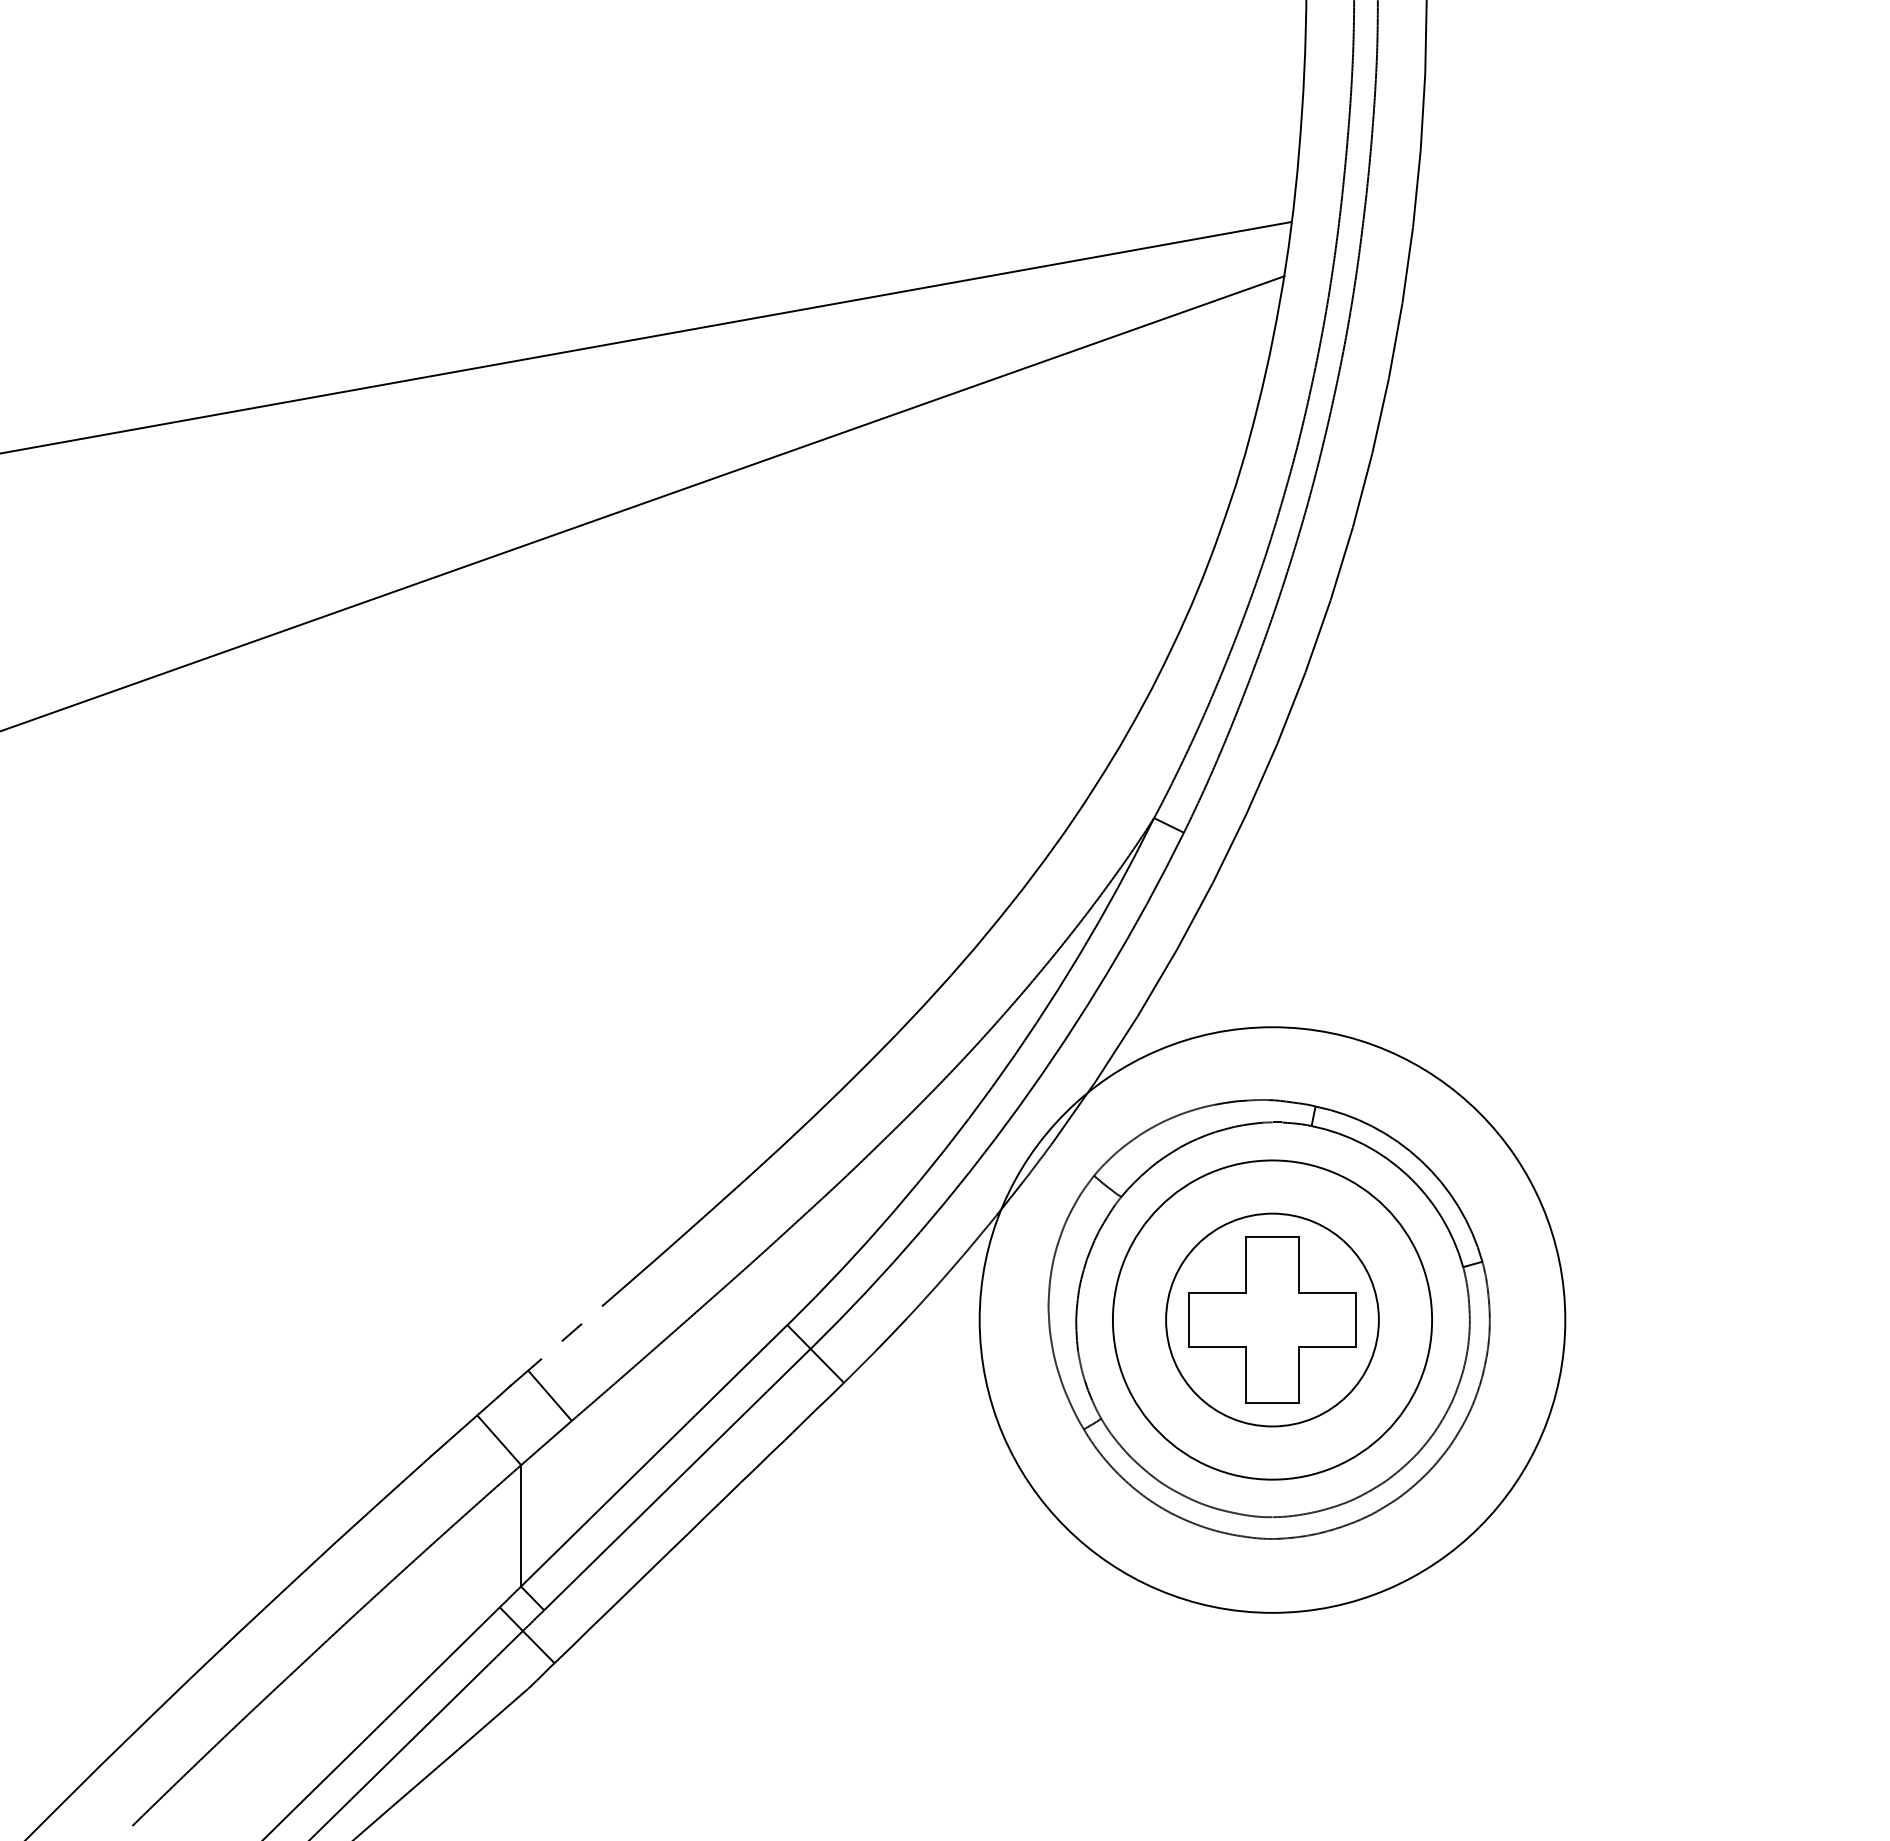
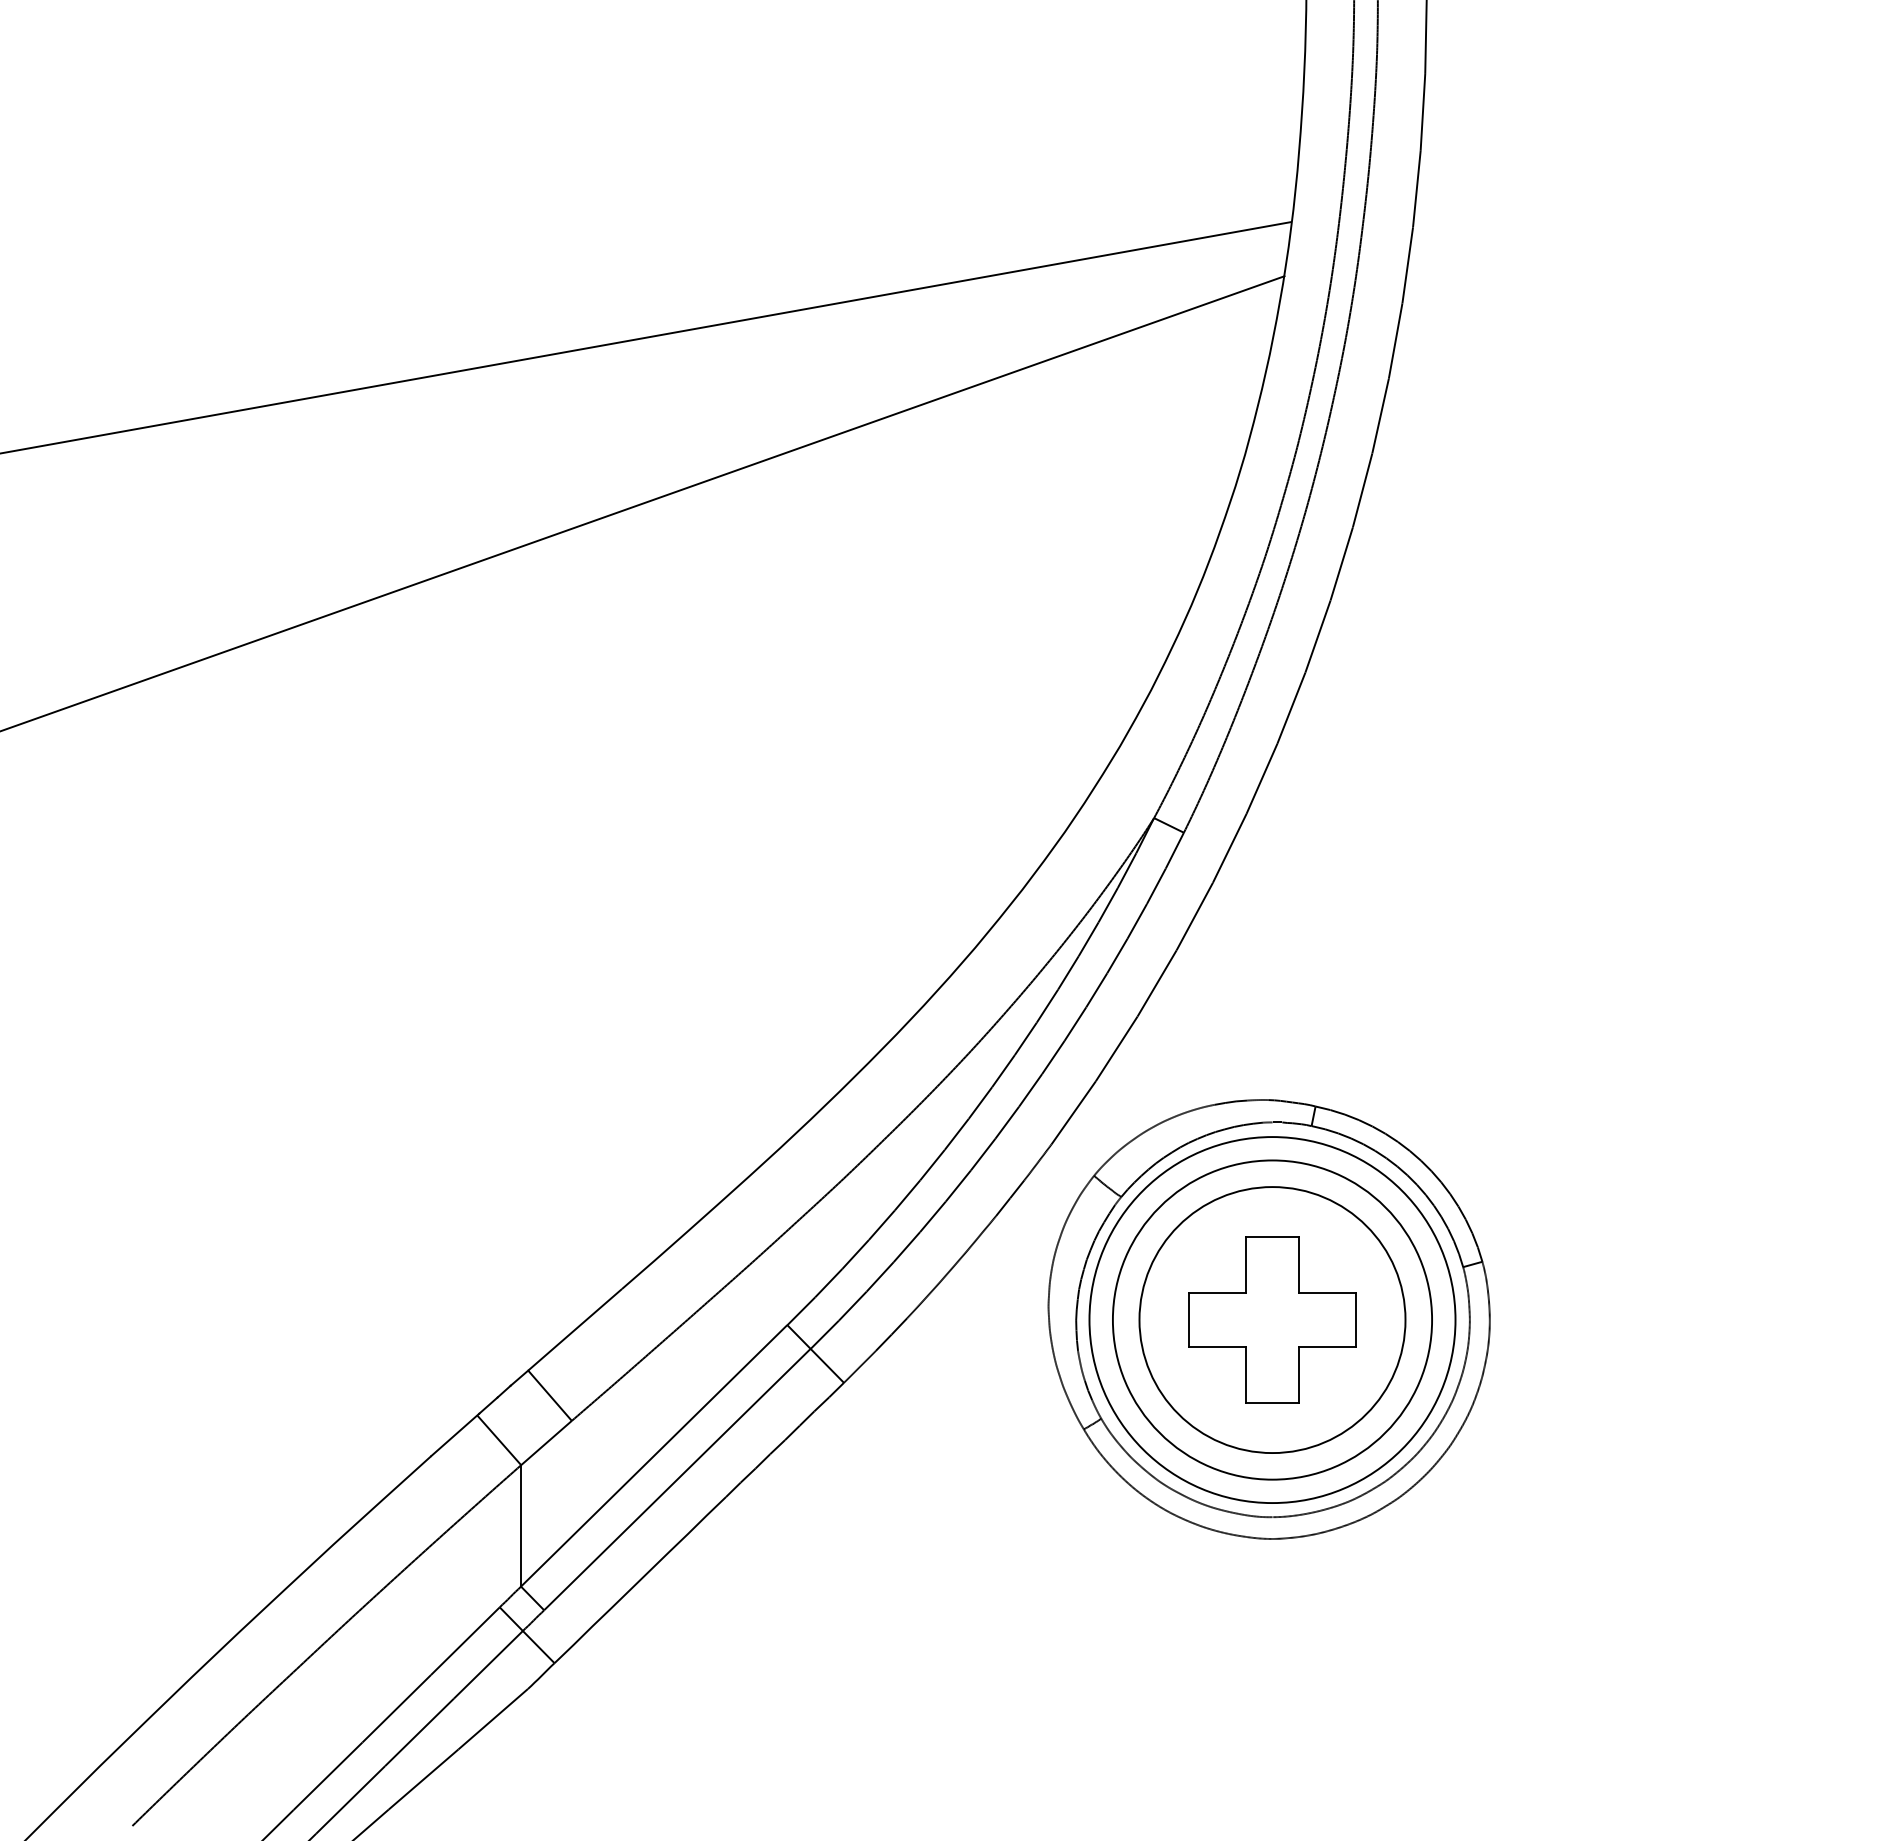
circle at (1272, 1319) diameter: 213 px -> 266 px
circle at (1272, 1319) diameter: 586 px -> 366 px
line at (574, 1330): dashed -> solid
